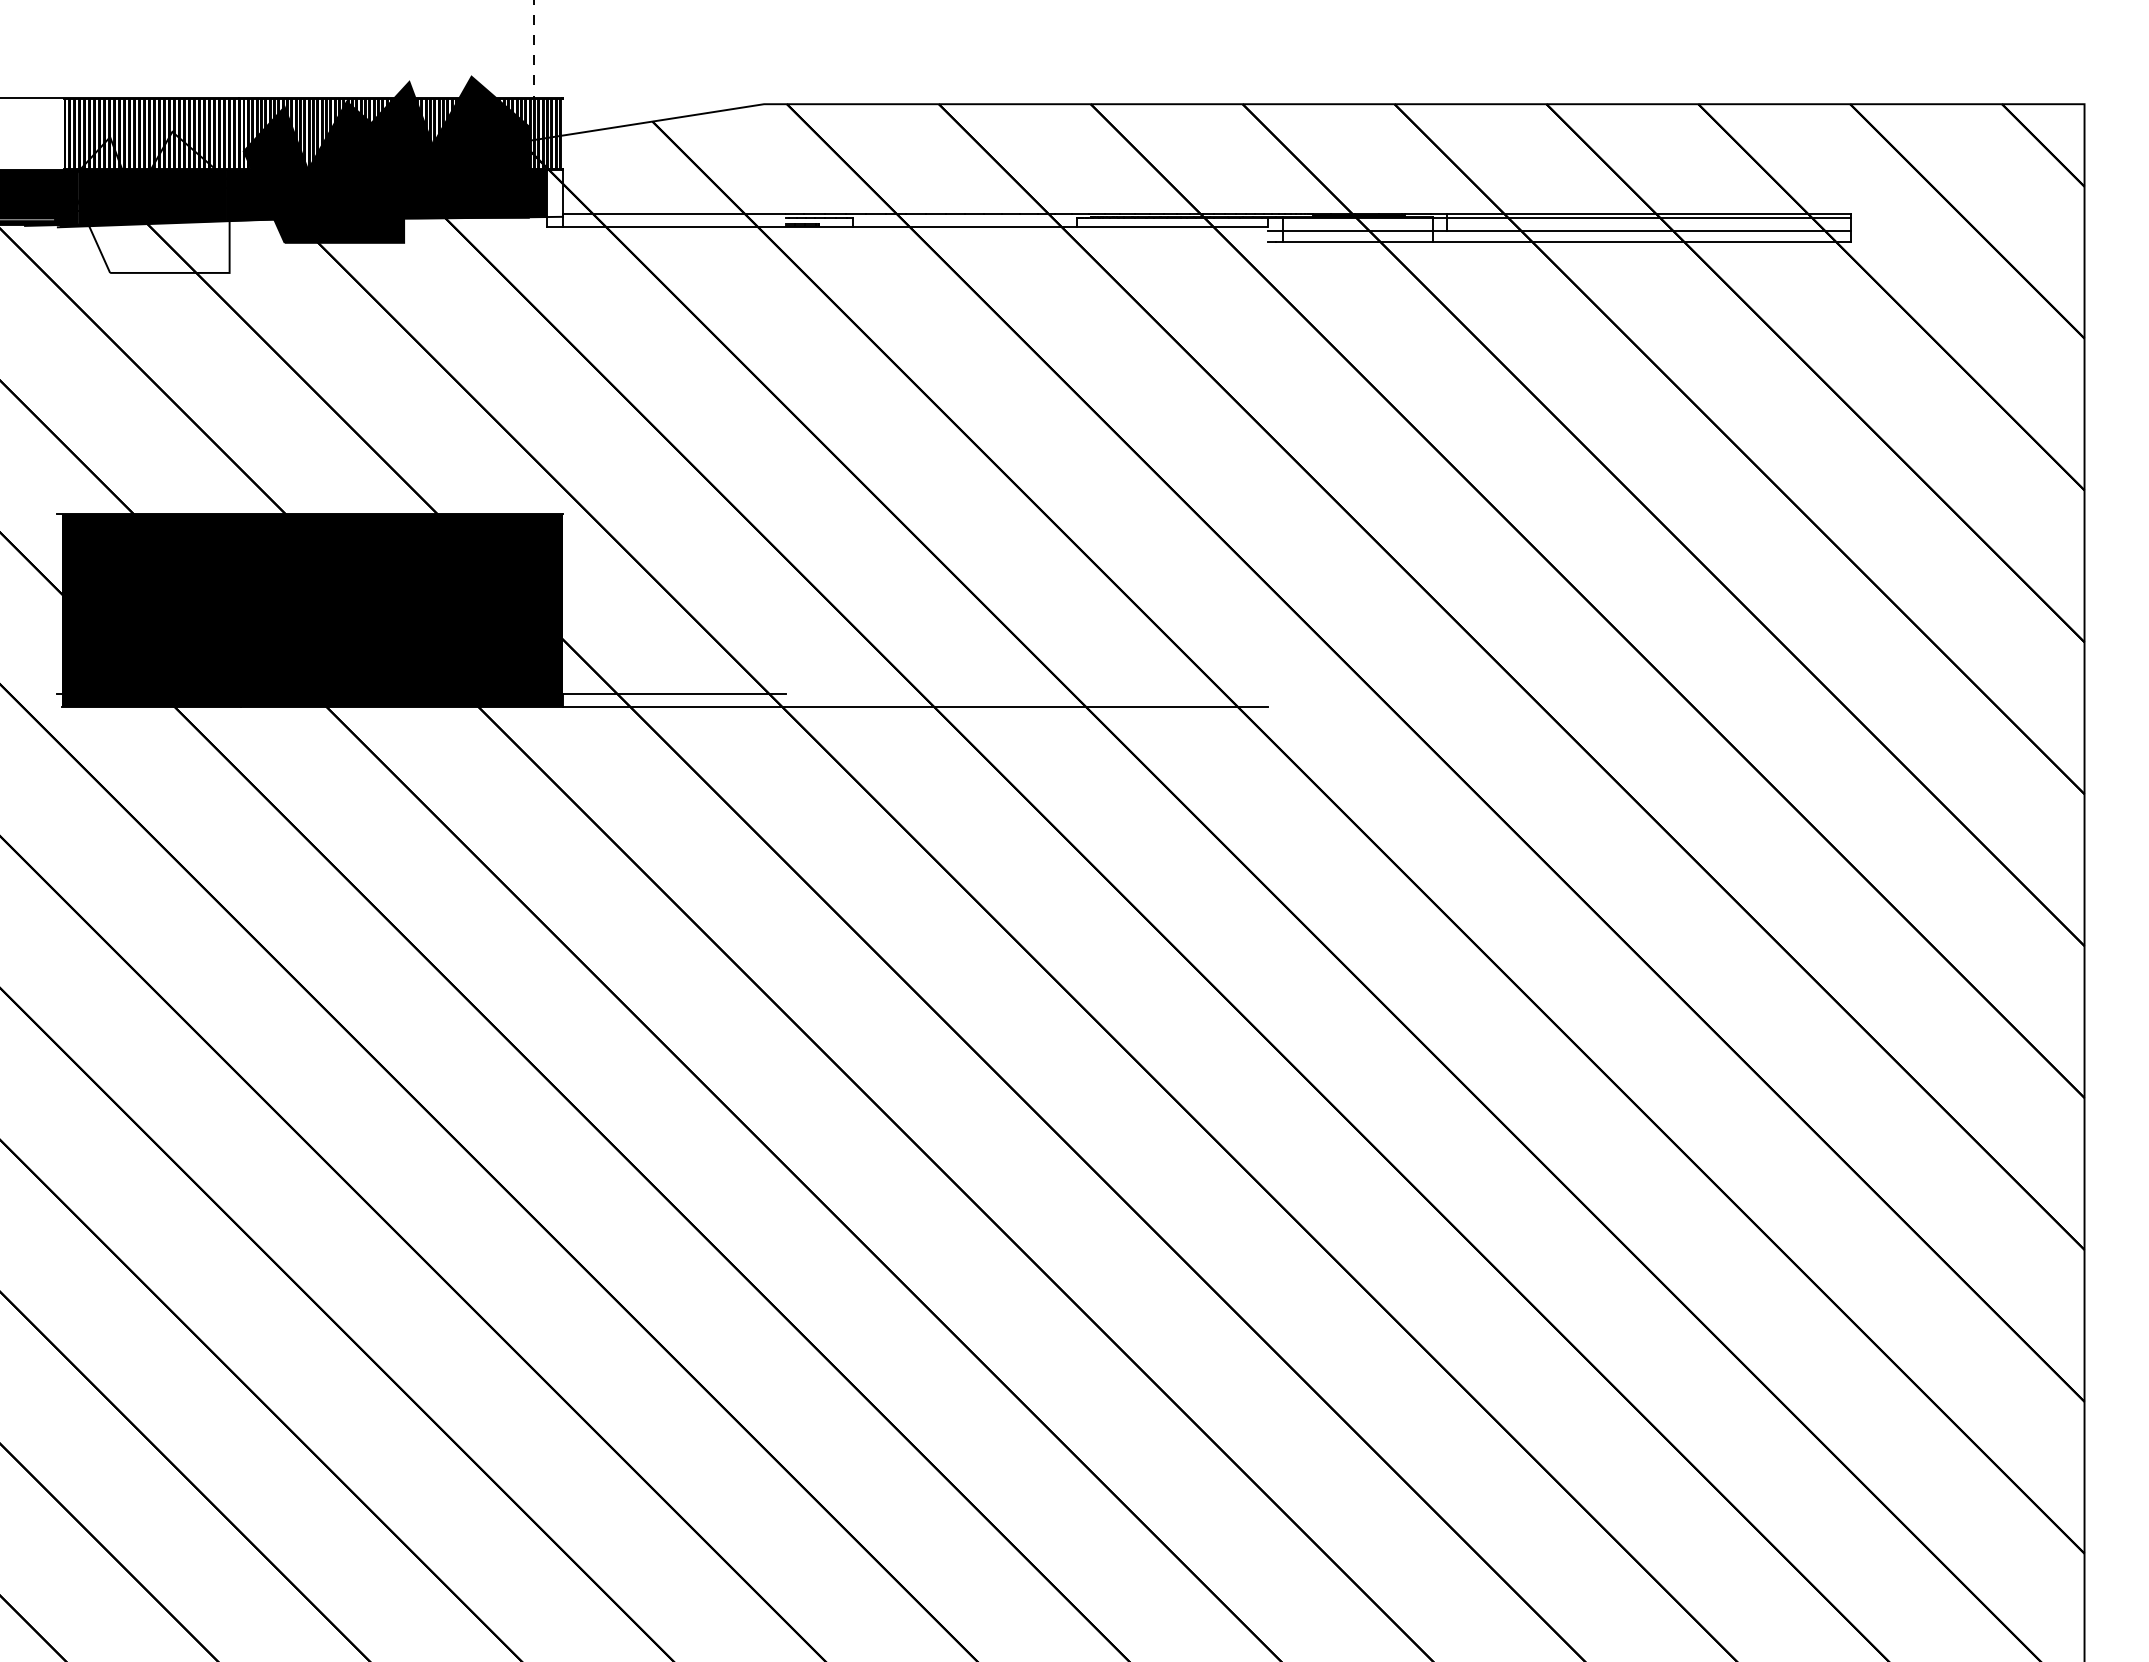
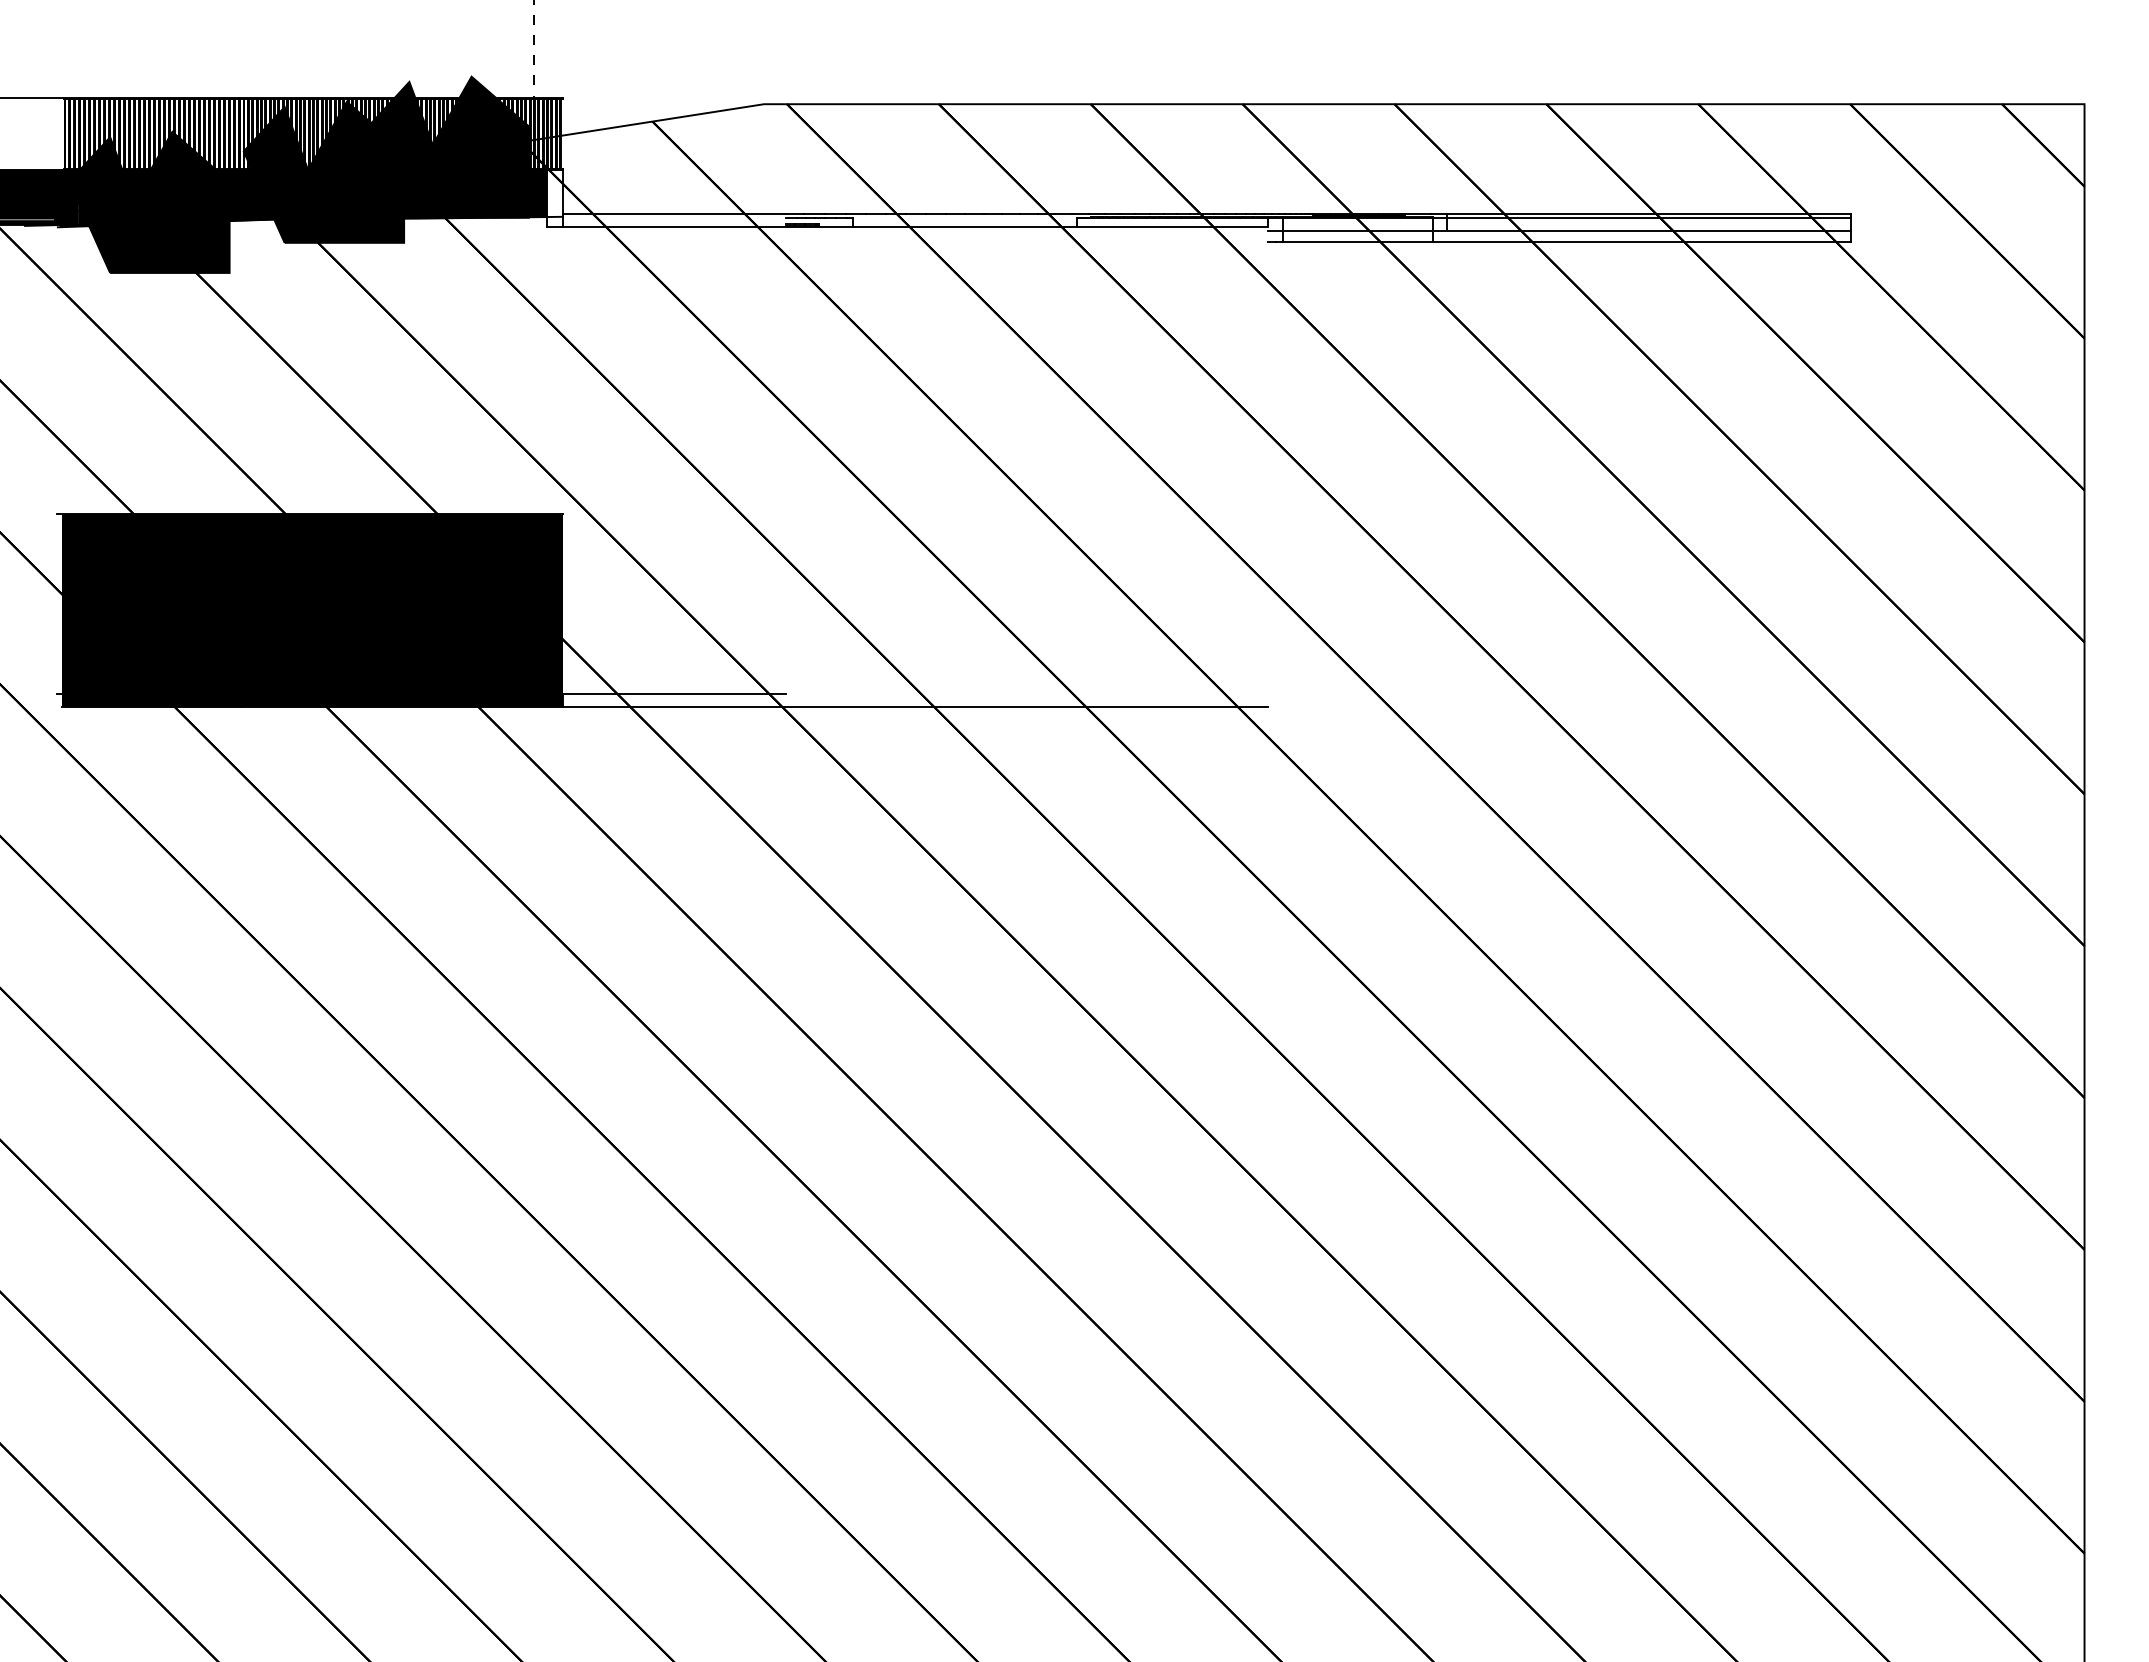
fill at (149, 201): none -> present
